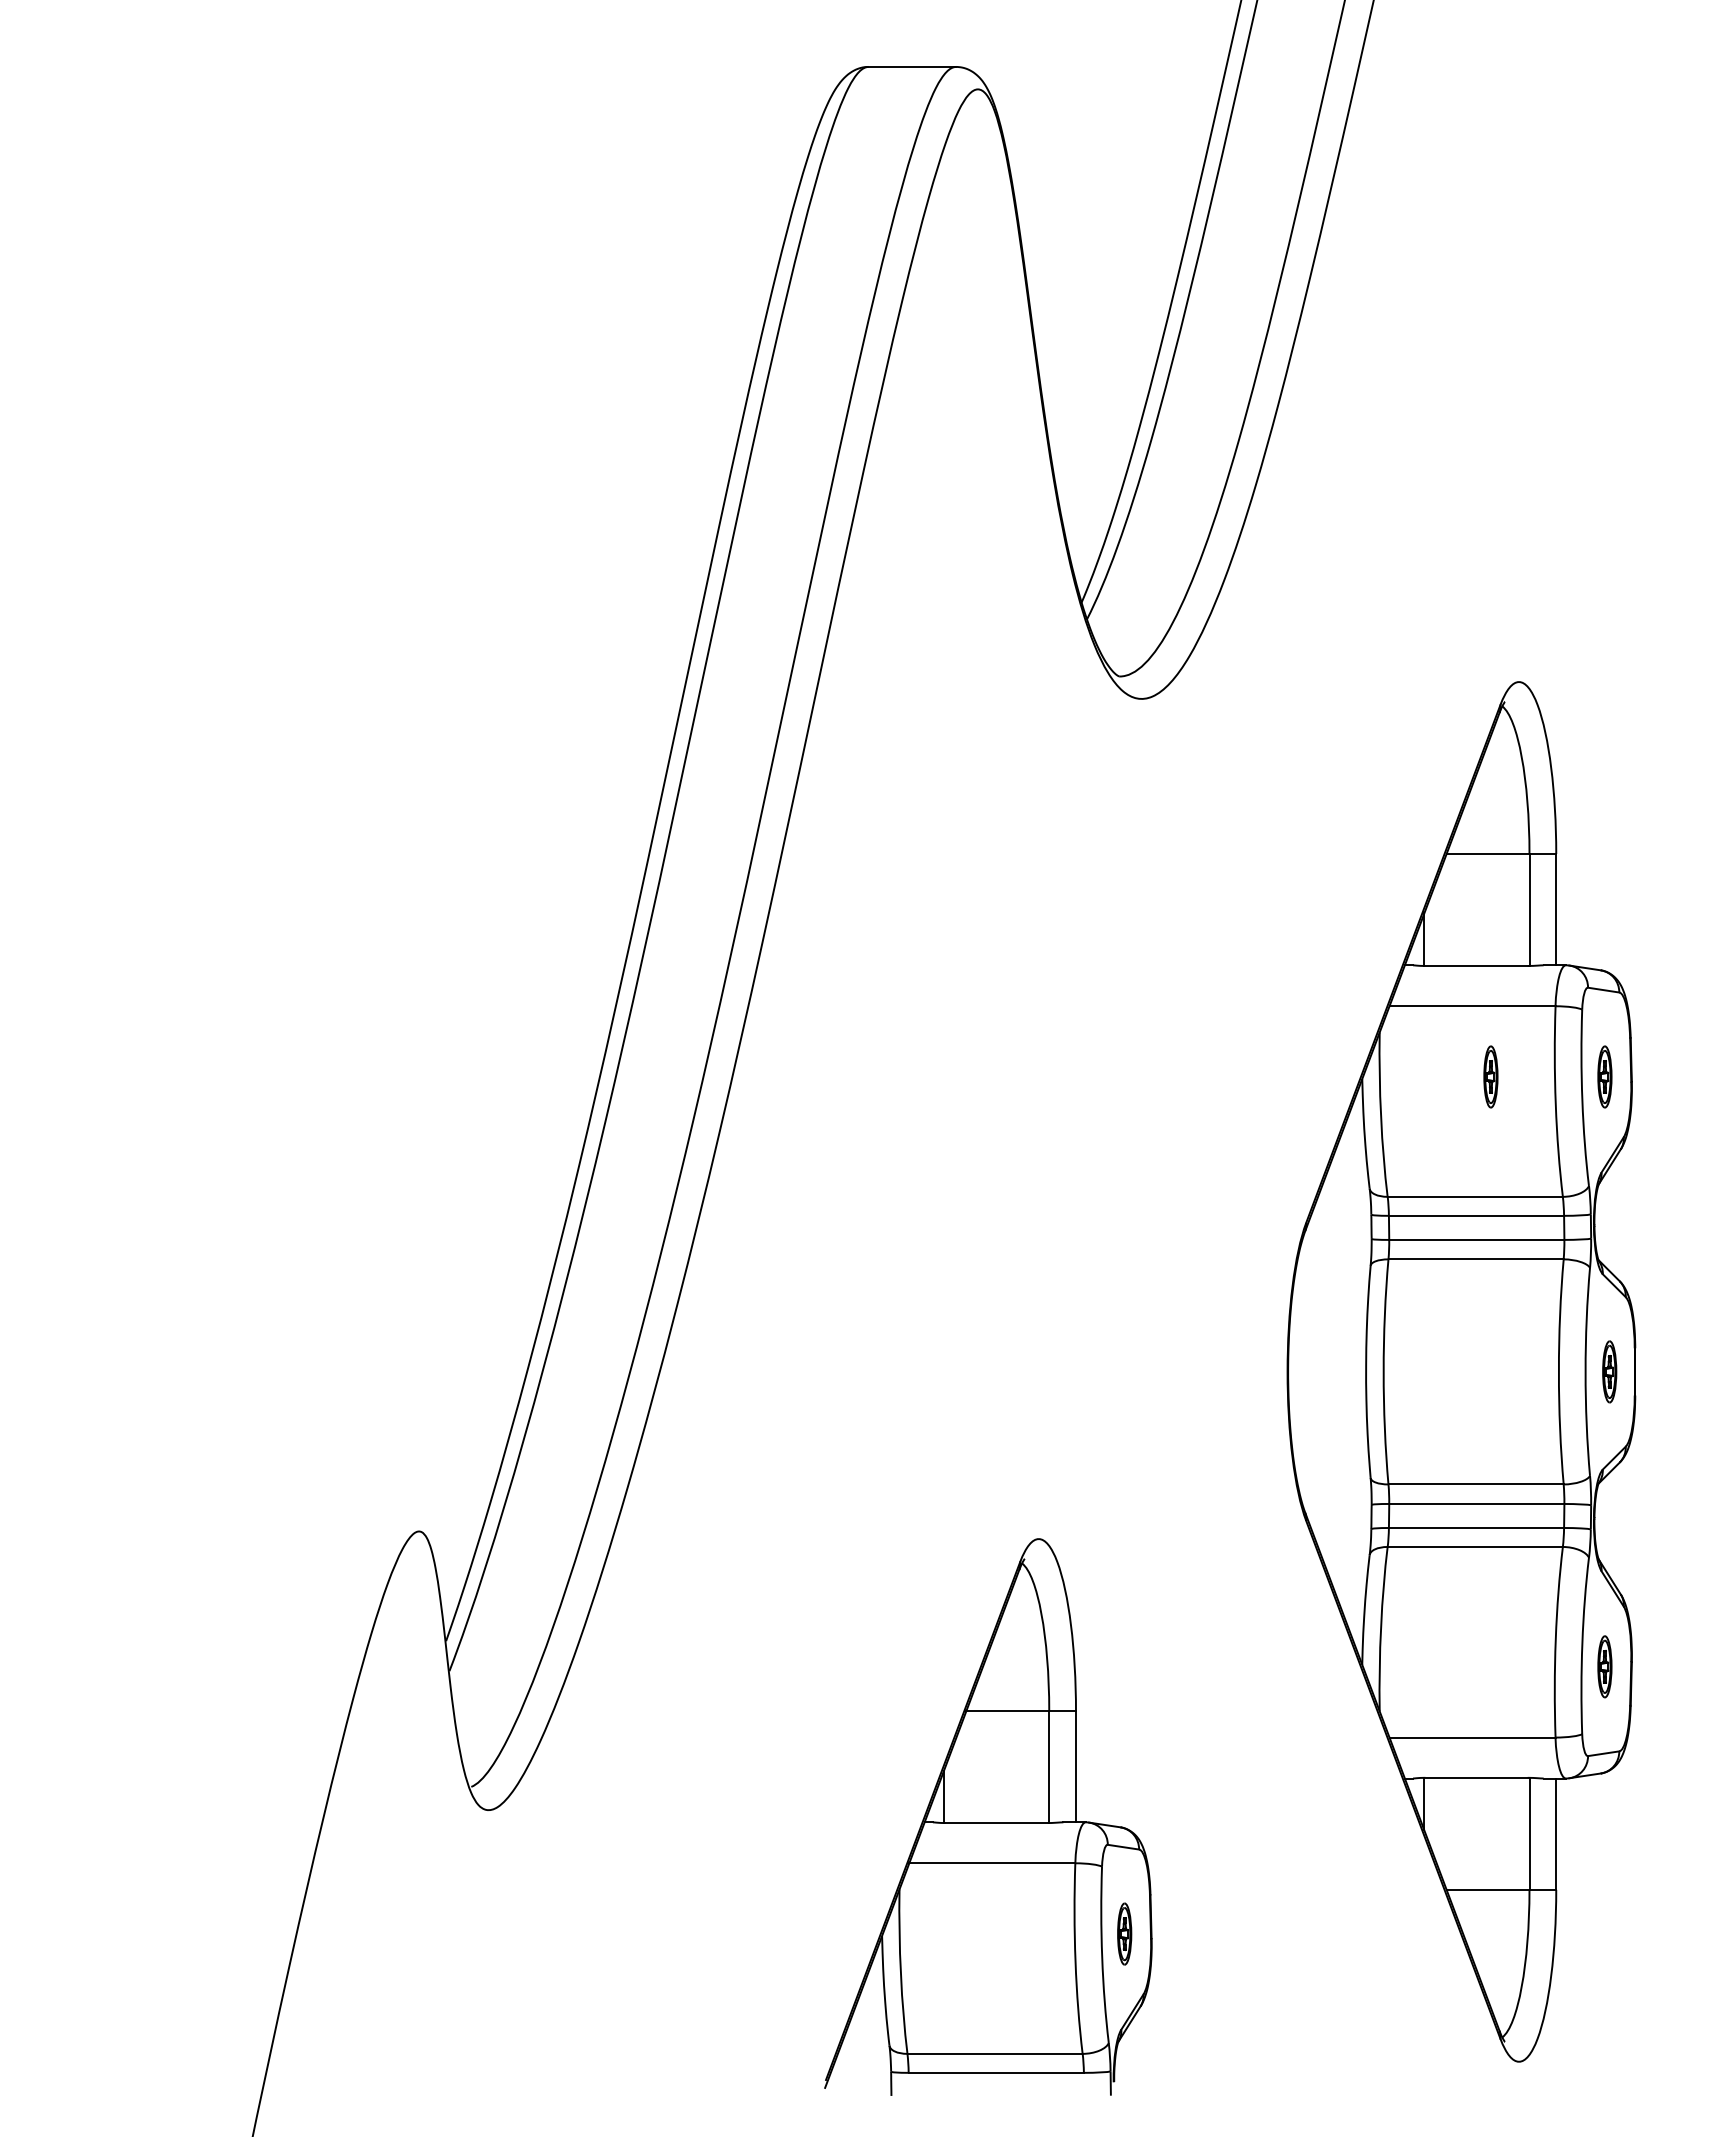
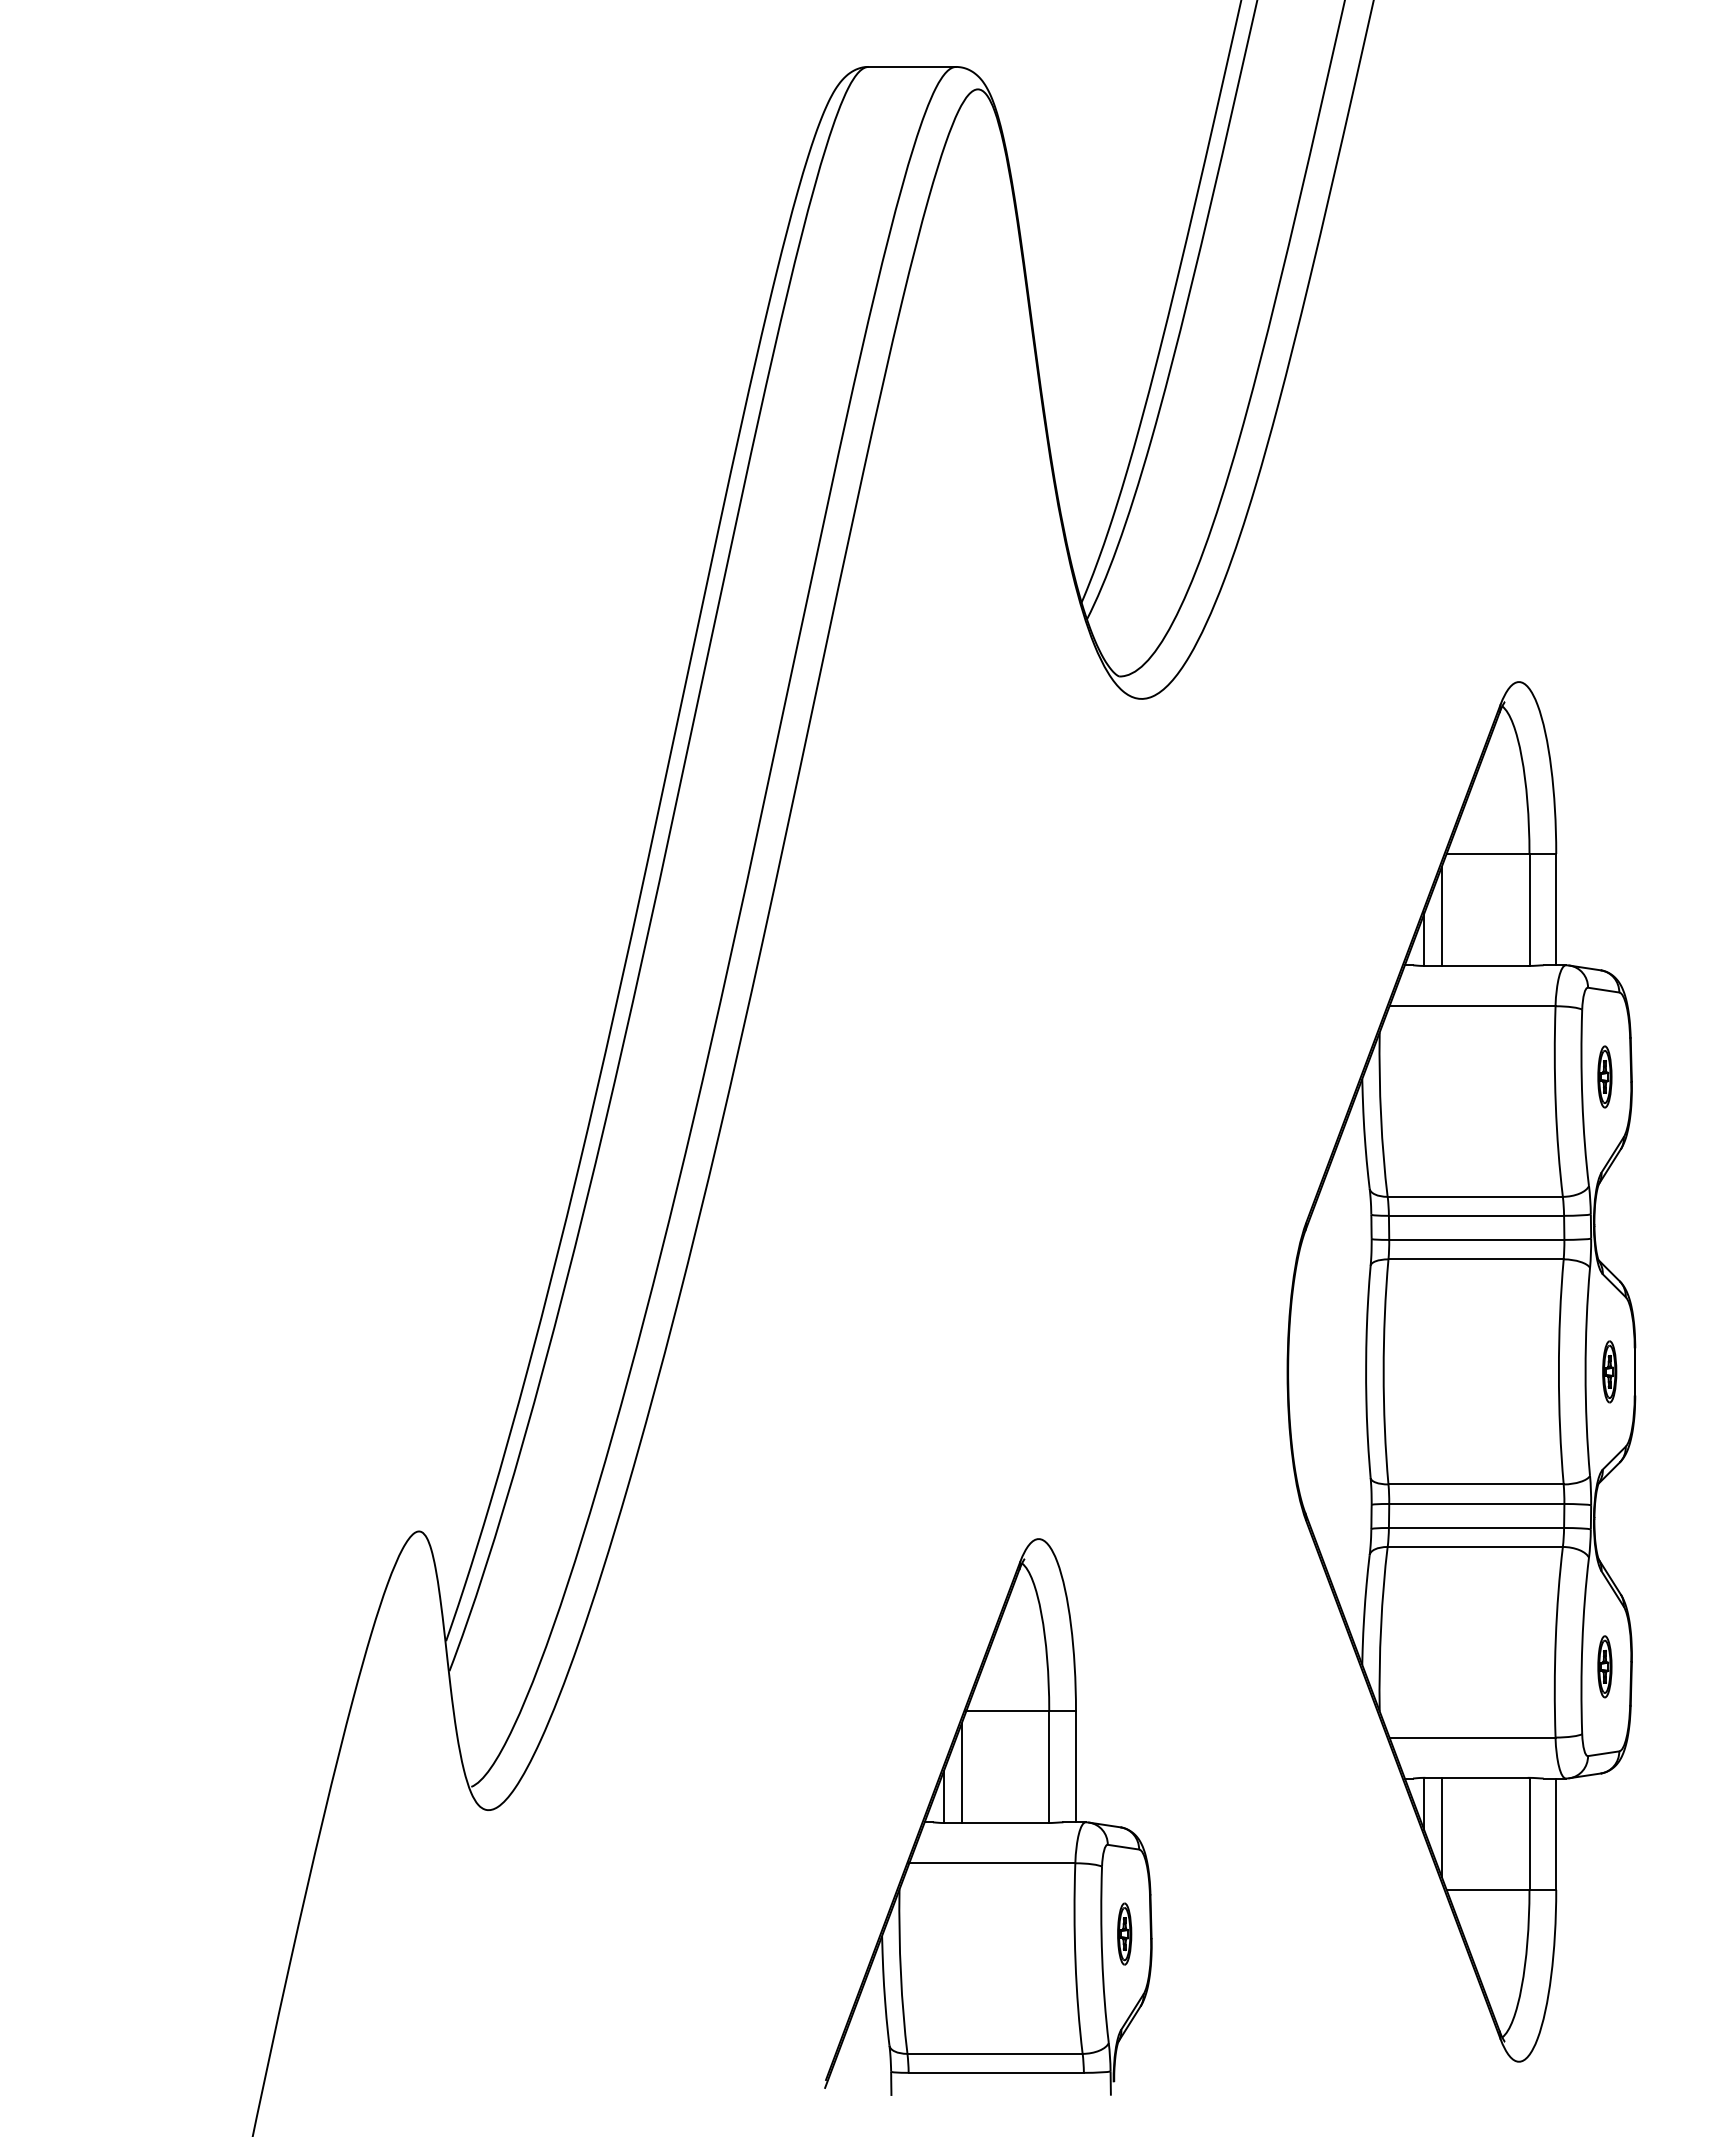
line at (1441, 915): none -> present
part at (1490, 1076): present -> none
line at (961, 1773): none -> present
line at (1441, 1827): none -> present
